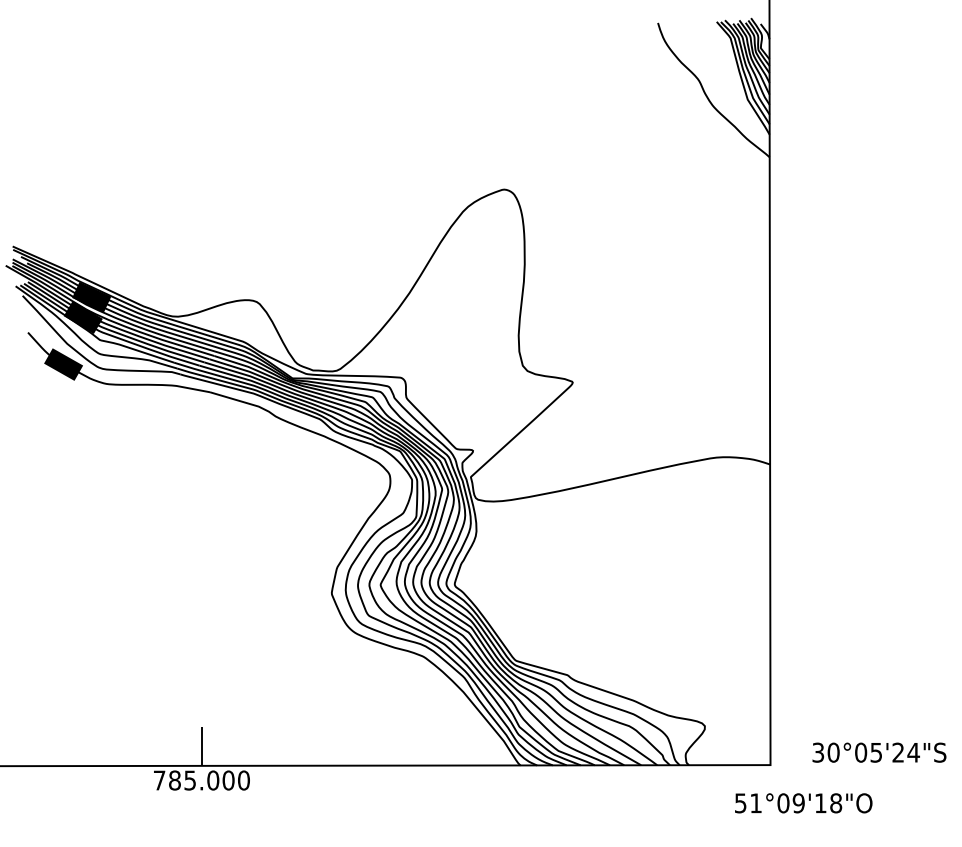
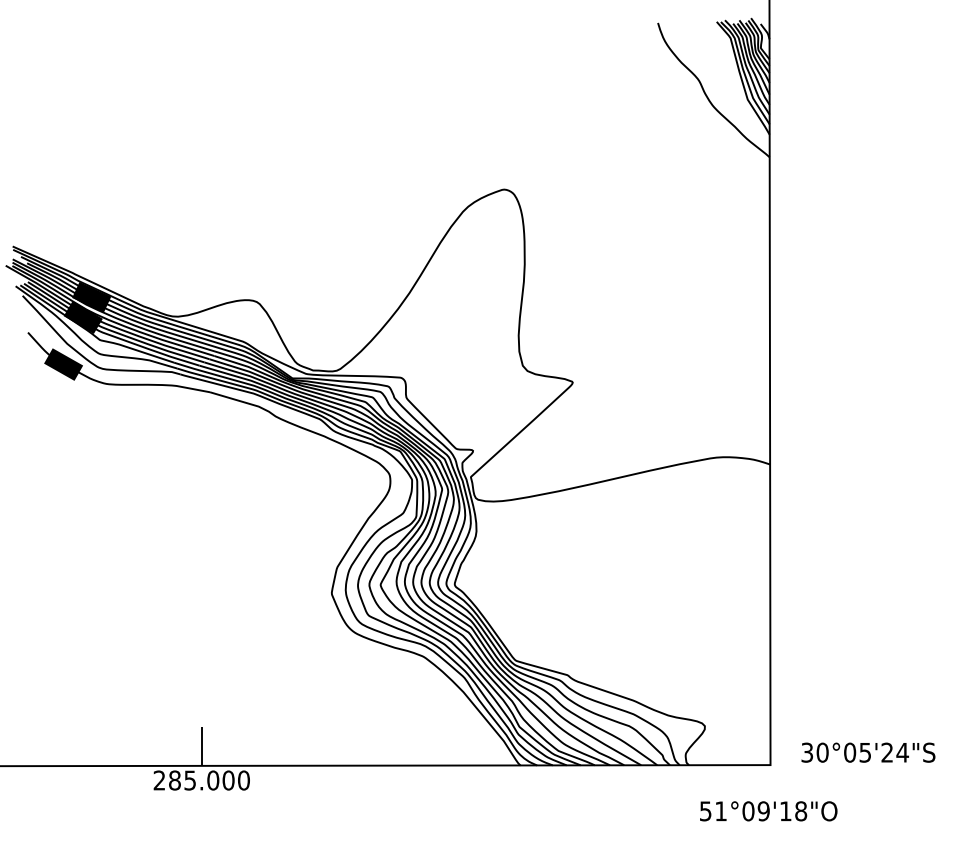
text at (879, 752) position: (879, 752) -> (868, 752)
text at (159, 780): 785.000 -> 285.000
text at (803, 803) position: (803, 803) -> (768, 811)
